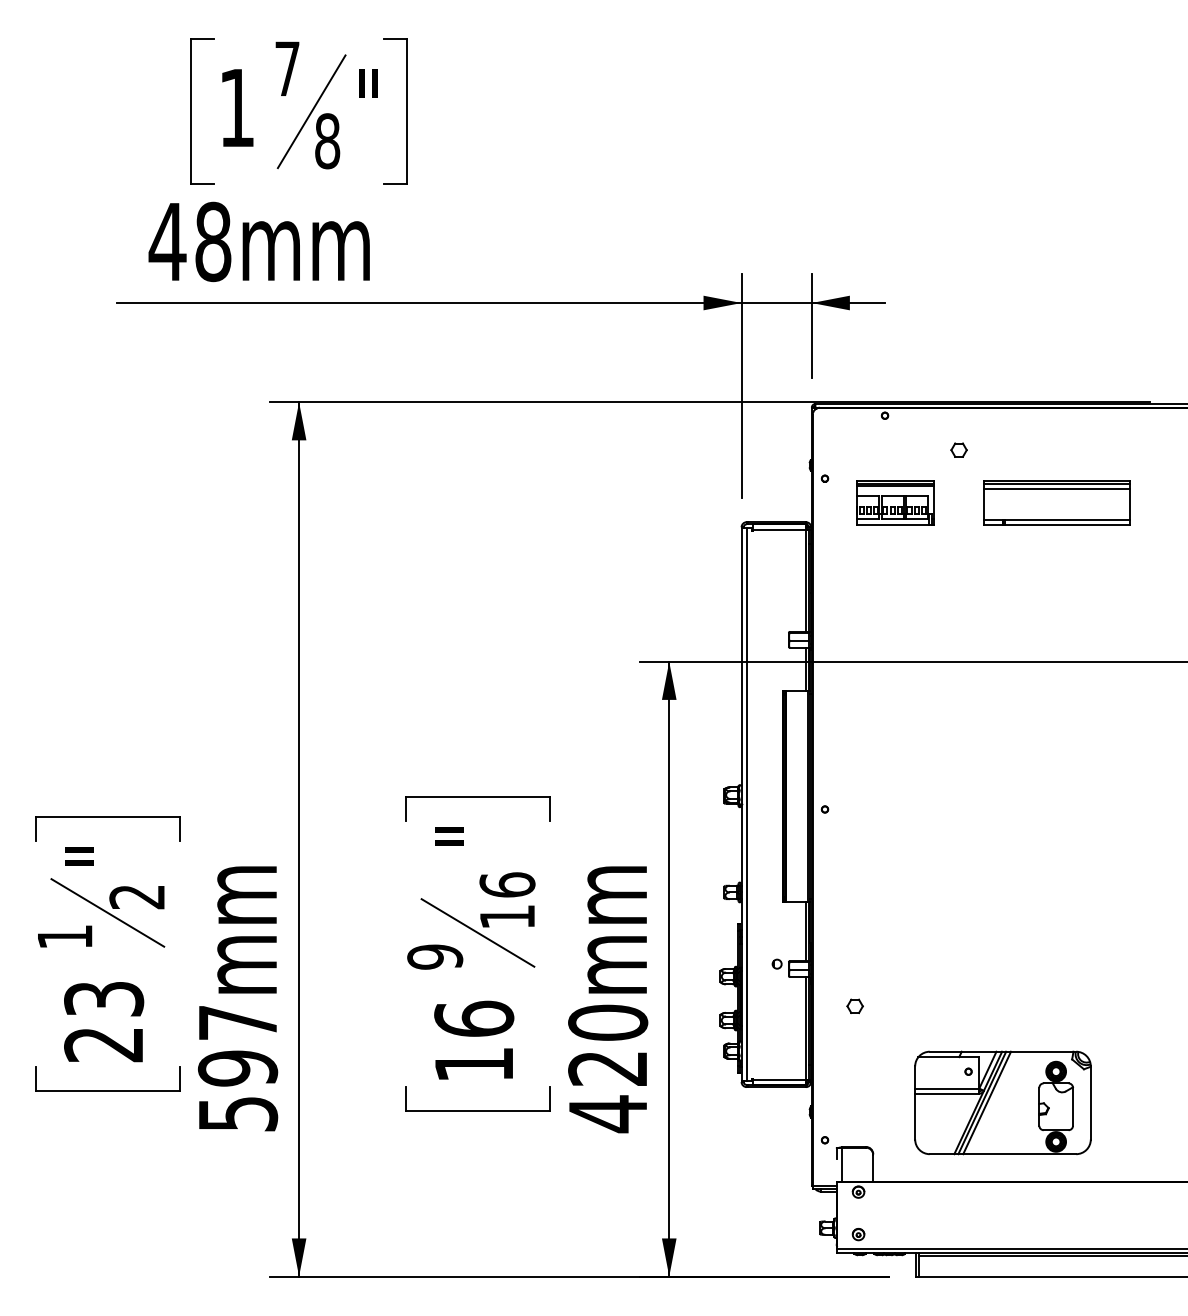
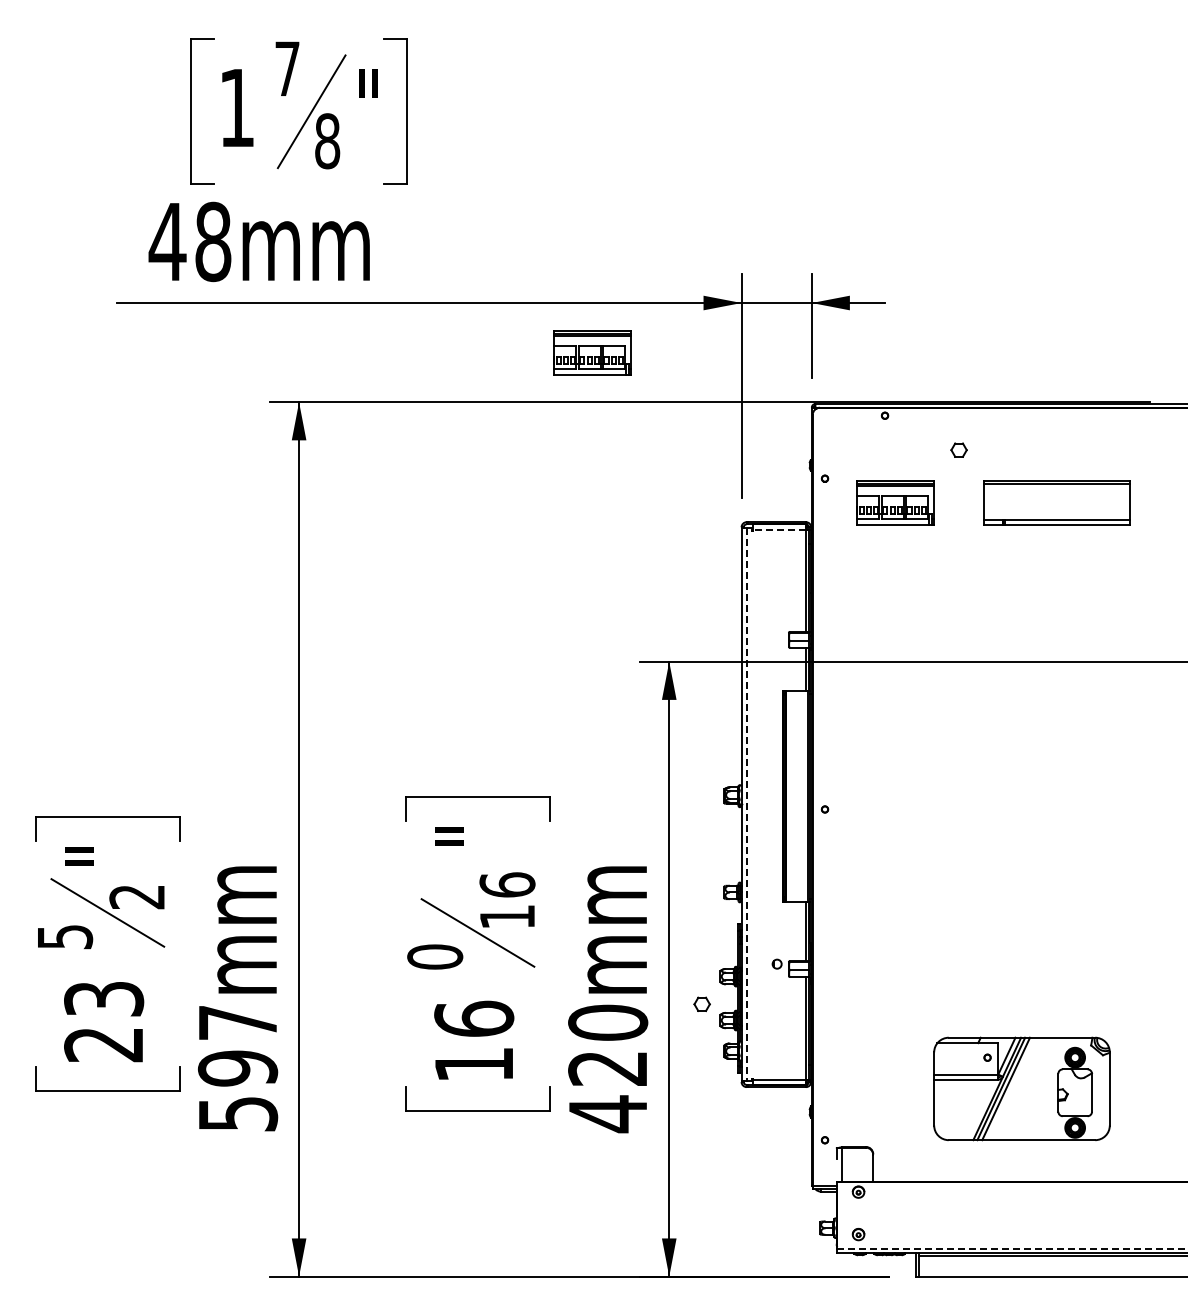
part at (592, 352): none -> present
line at (1056, 488): present -> none
line at (779, 529): solid -> dashed
line at (746, 805): solid -> dashed
text at (65, 937): 1 -> 5
text at (435, 956): 9 -> 0
part at (854, 1005) position: (854, 1005) -> (701, 1003)
part at (1002, 1102) position: (1002, 1102) -> (1021, 1088)
line at (1012, 1248): solid -> dashed
